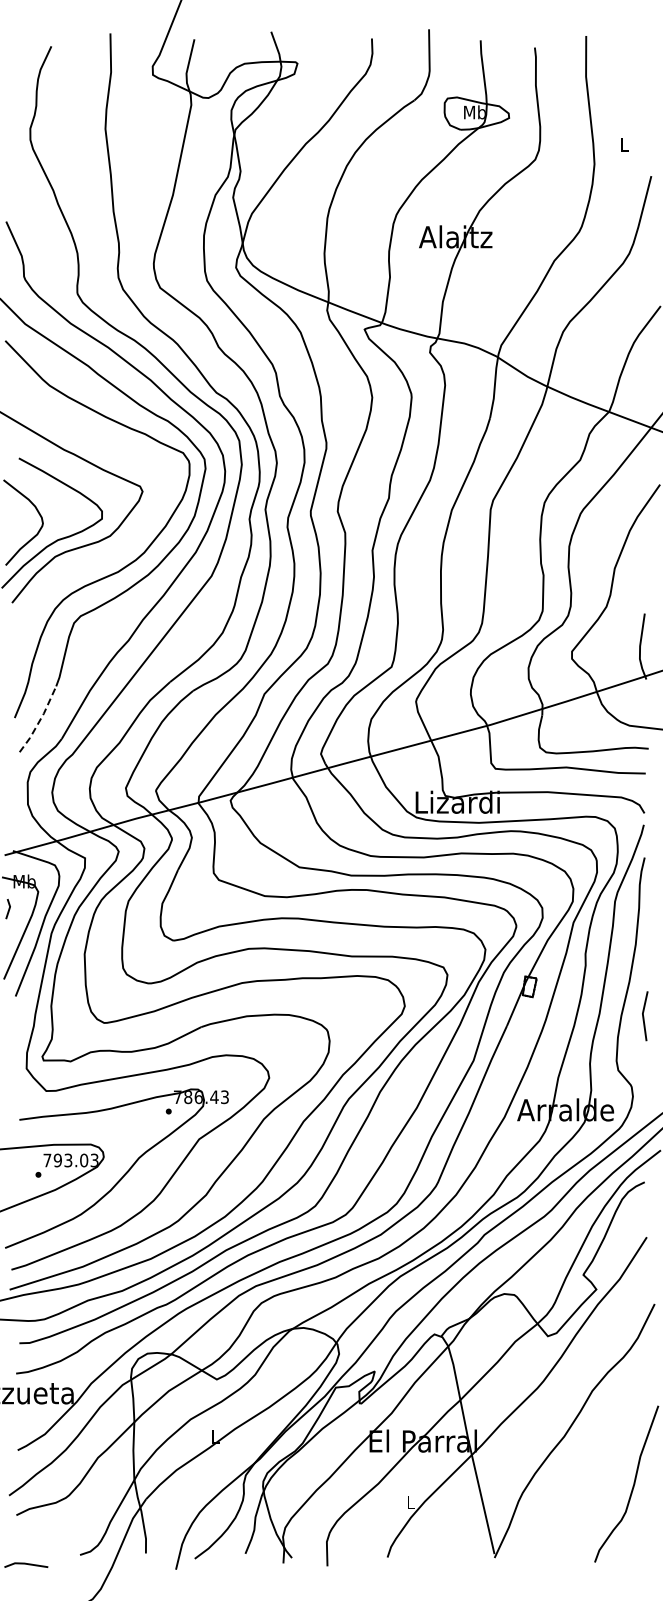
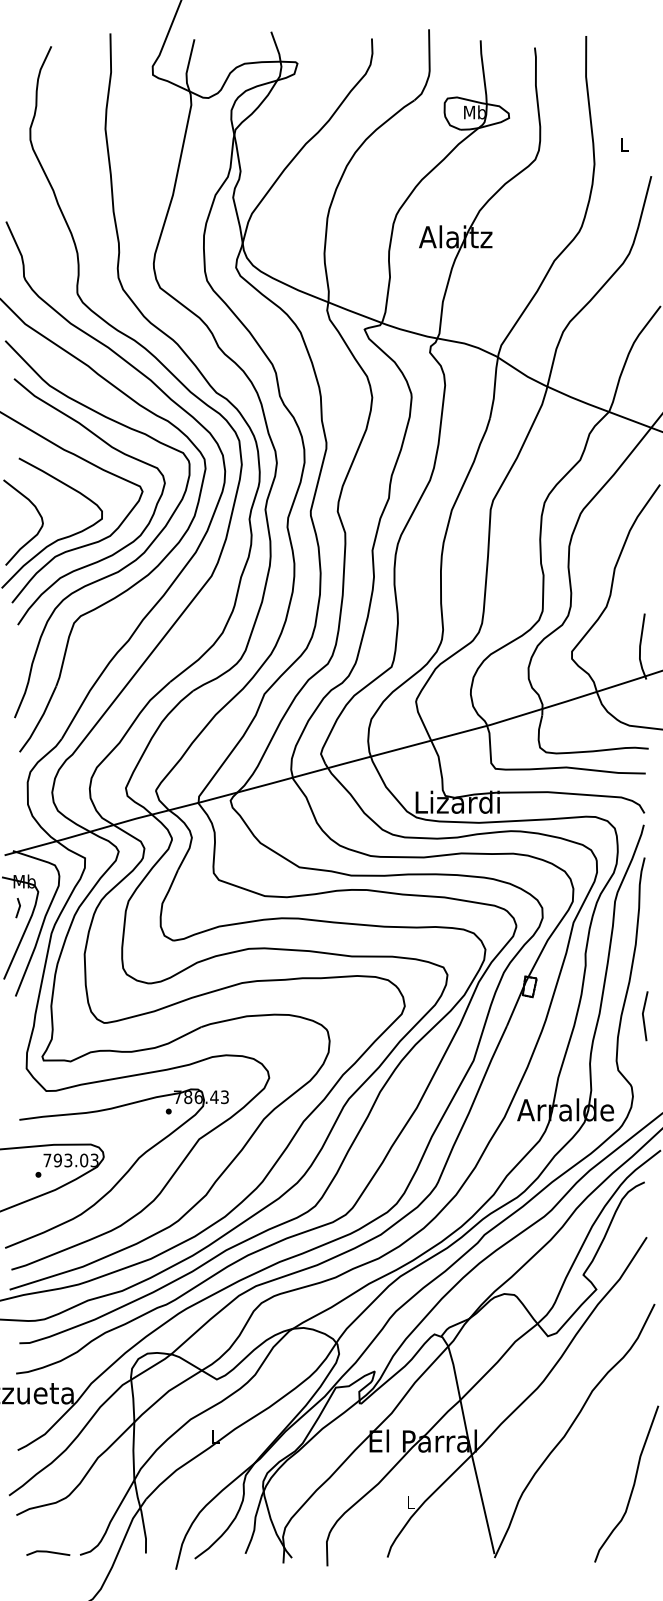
curve at (120, 548): none -> present
line at (40, 719): dashed -> solid
line at (8, 909) position: (8, 909) -> (18, 908)
line at (26, 1564) position: (26, 1564) -> (48, 1552)
